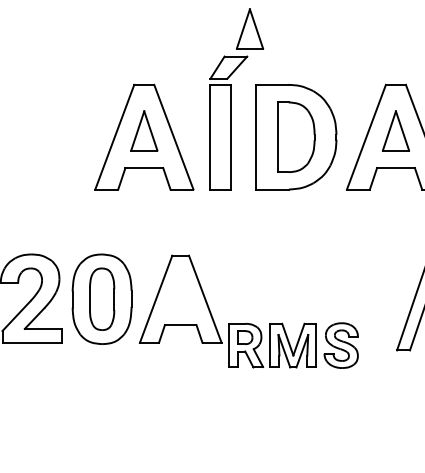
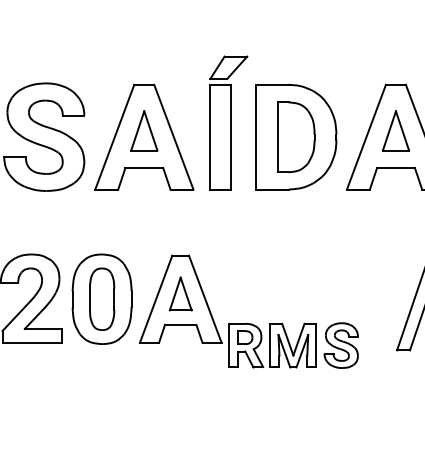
part at (249, 28): present -> none
part at (44, 136): none -> present
part at (180, 293): none -> present
